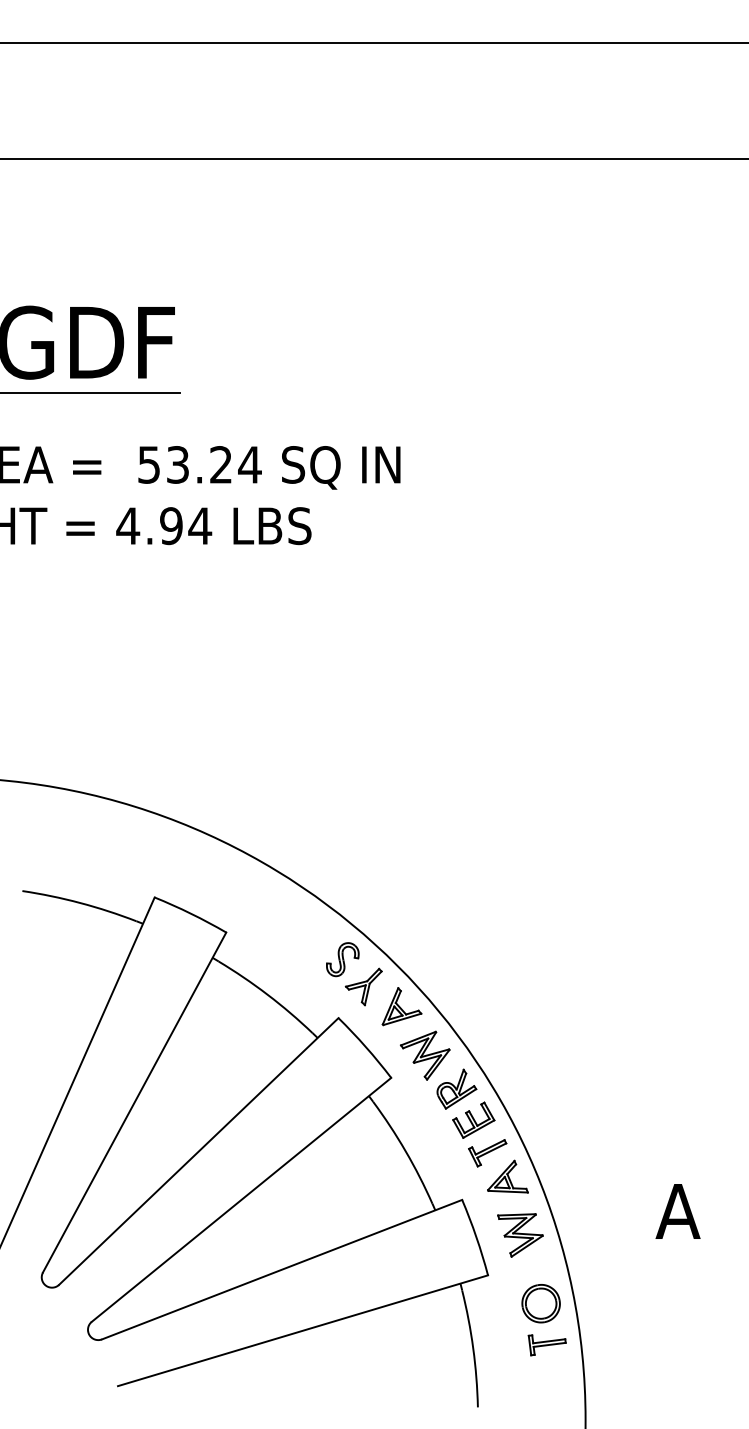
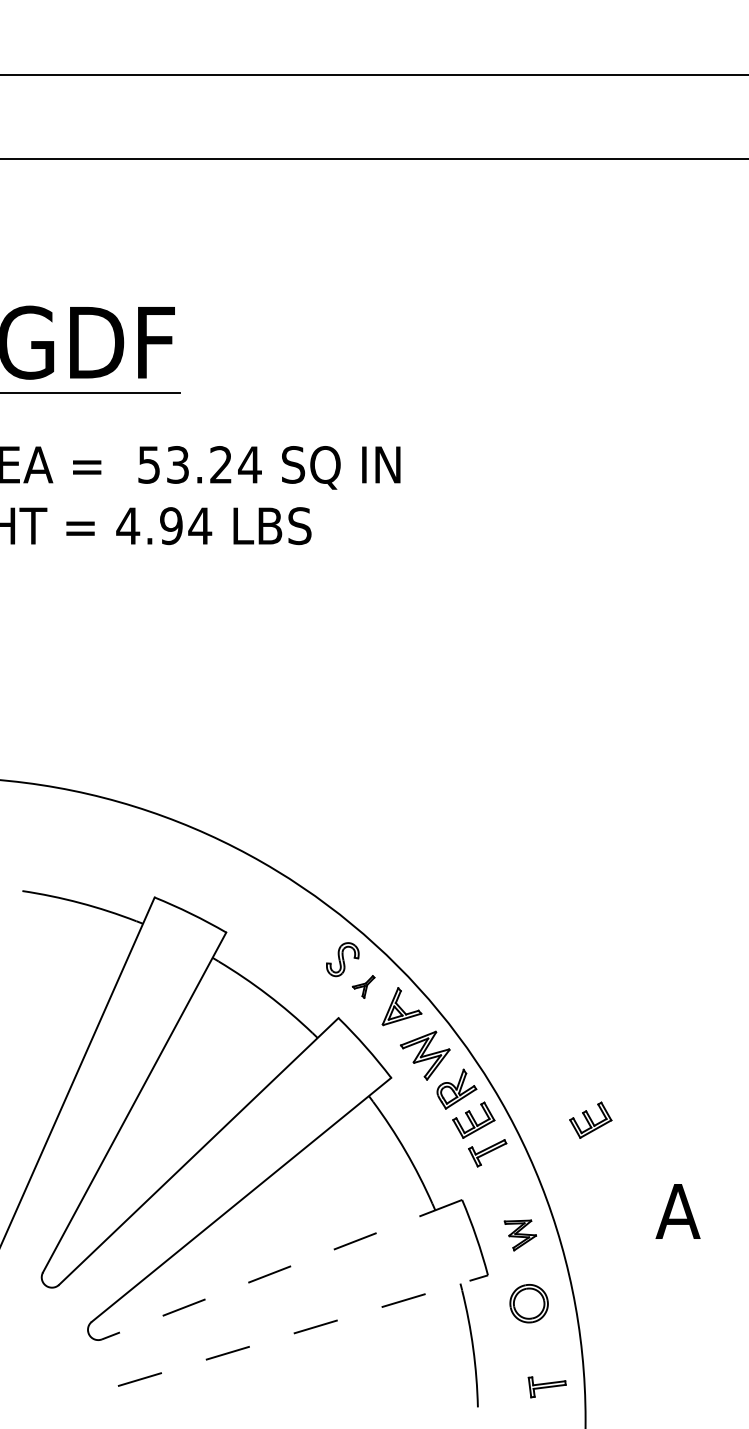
line at (373, 42) position: (373, 42) -> (373, 74)
part at (363, 986) size: 39x40 px -> 25x24 px
part at (590, 1119): none -> present
part at (507, 1176): present -> none
part at (520, 1235) size: 47x45 px -> 34x33 px
line at (281, 1269): solid -> dashed
part at (540, 1303) position: (540, 1303) -> (528, 1303)
line at (303, 1330): solid -> dashed
part at (546, 1345) position: (546, 1345) -> (546, 1387)
